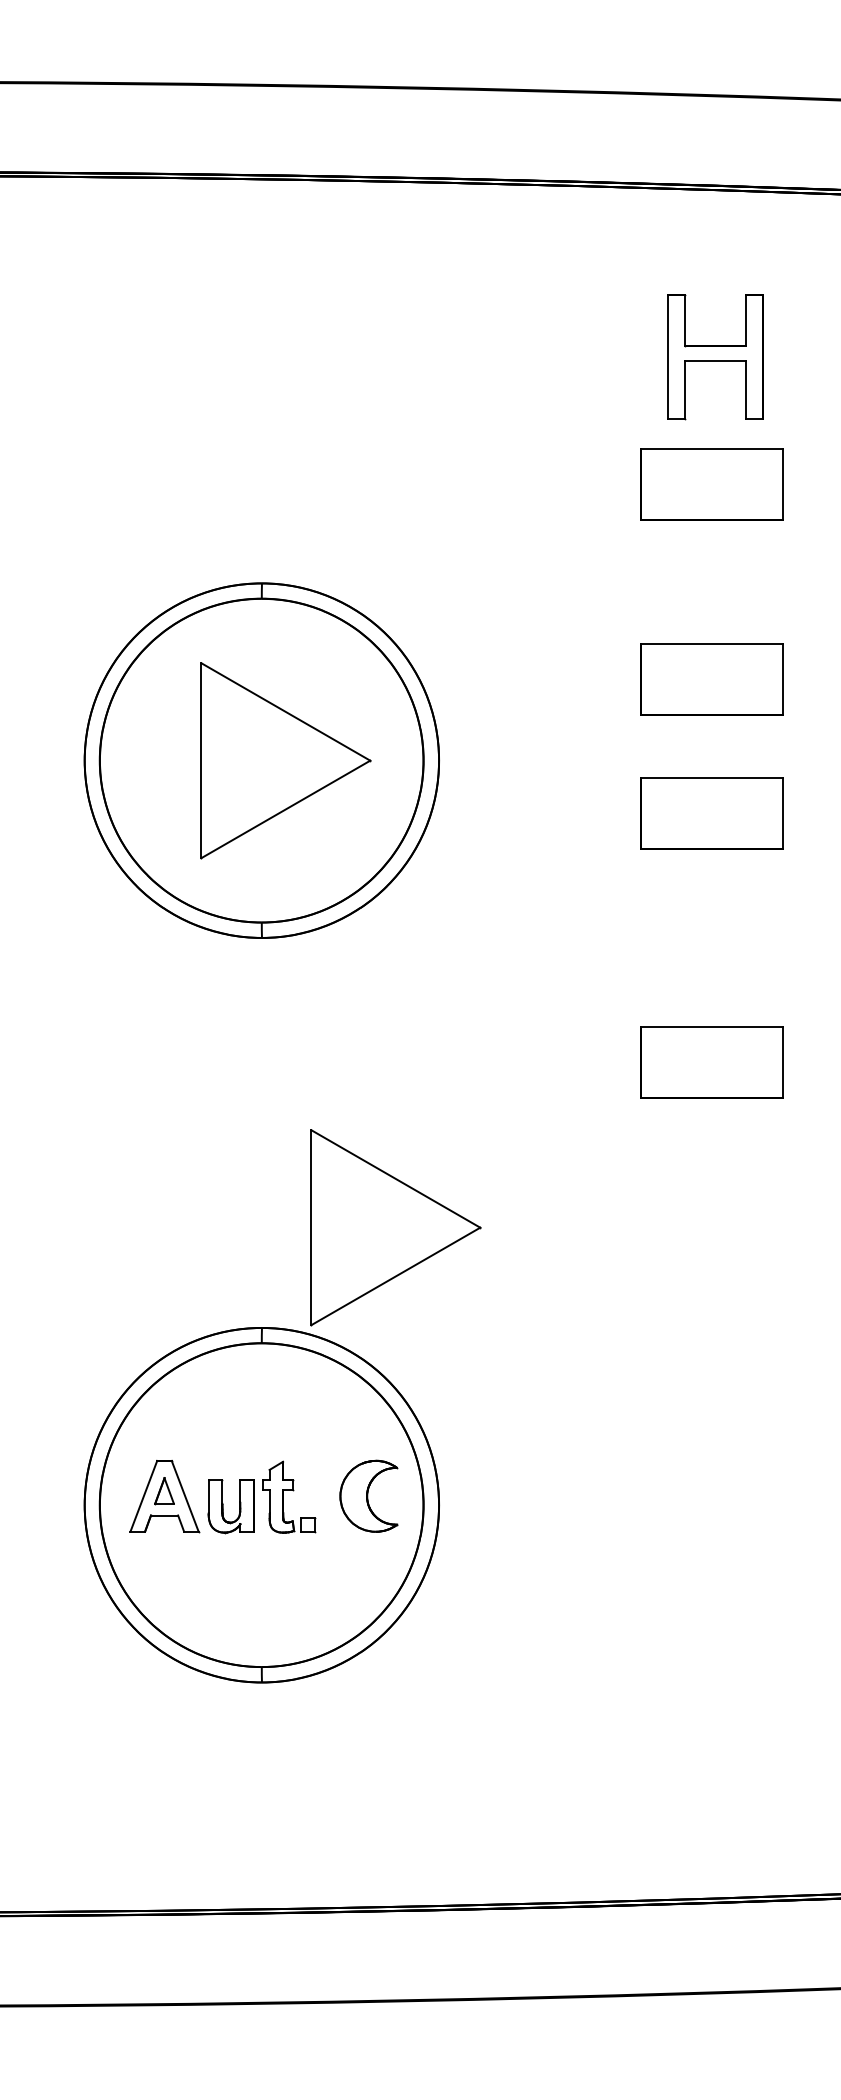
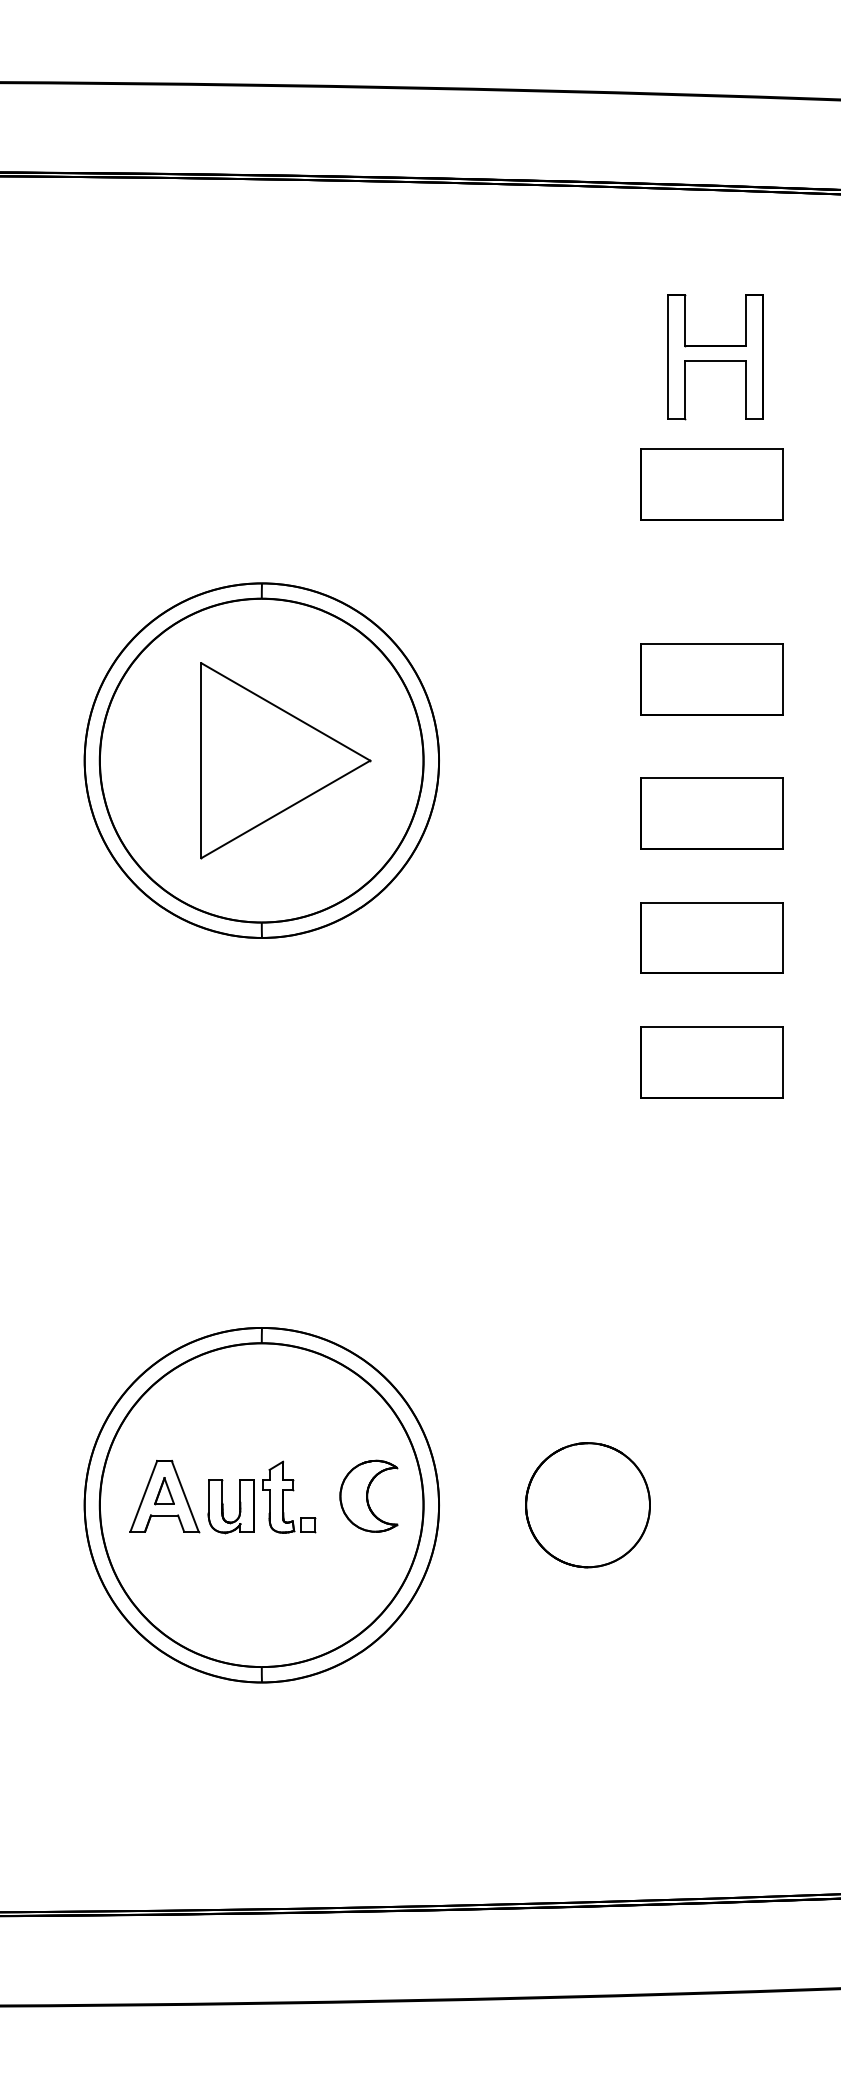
part at (711, 937): none -> present
part at (395, 1227): present -> none
part at (587, 1505): none -> present
